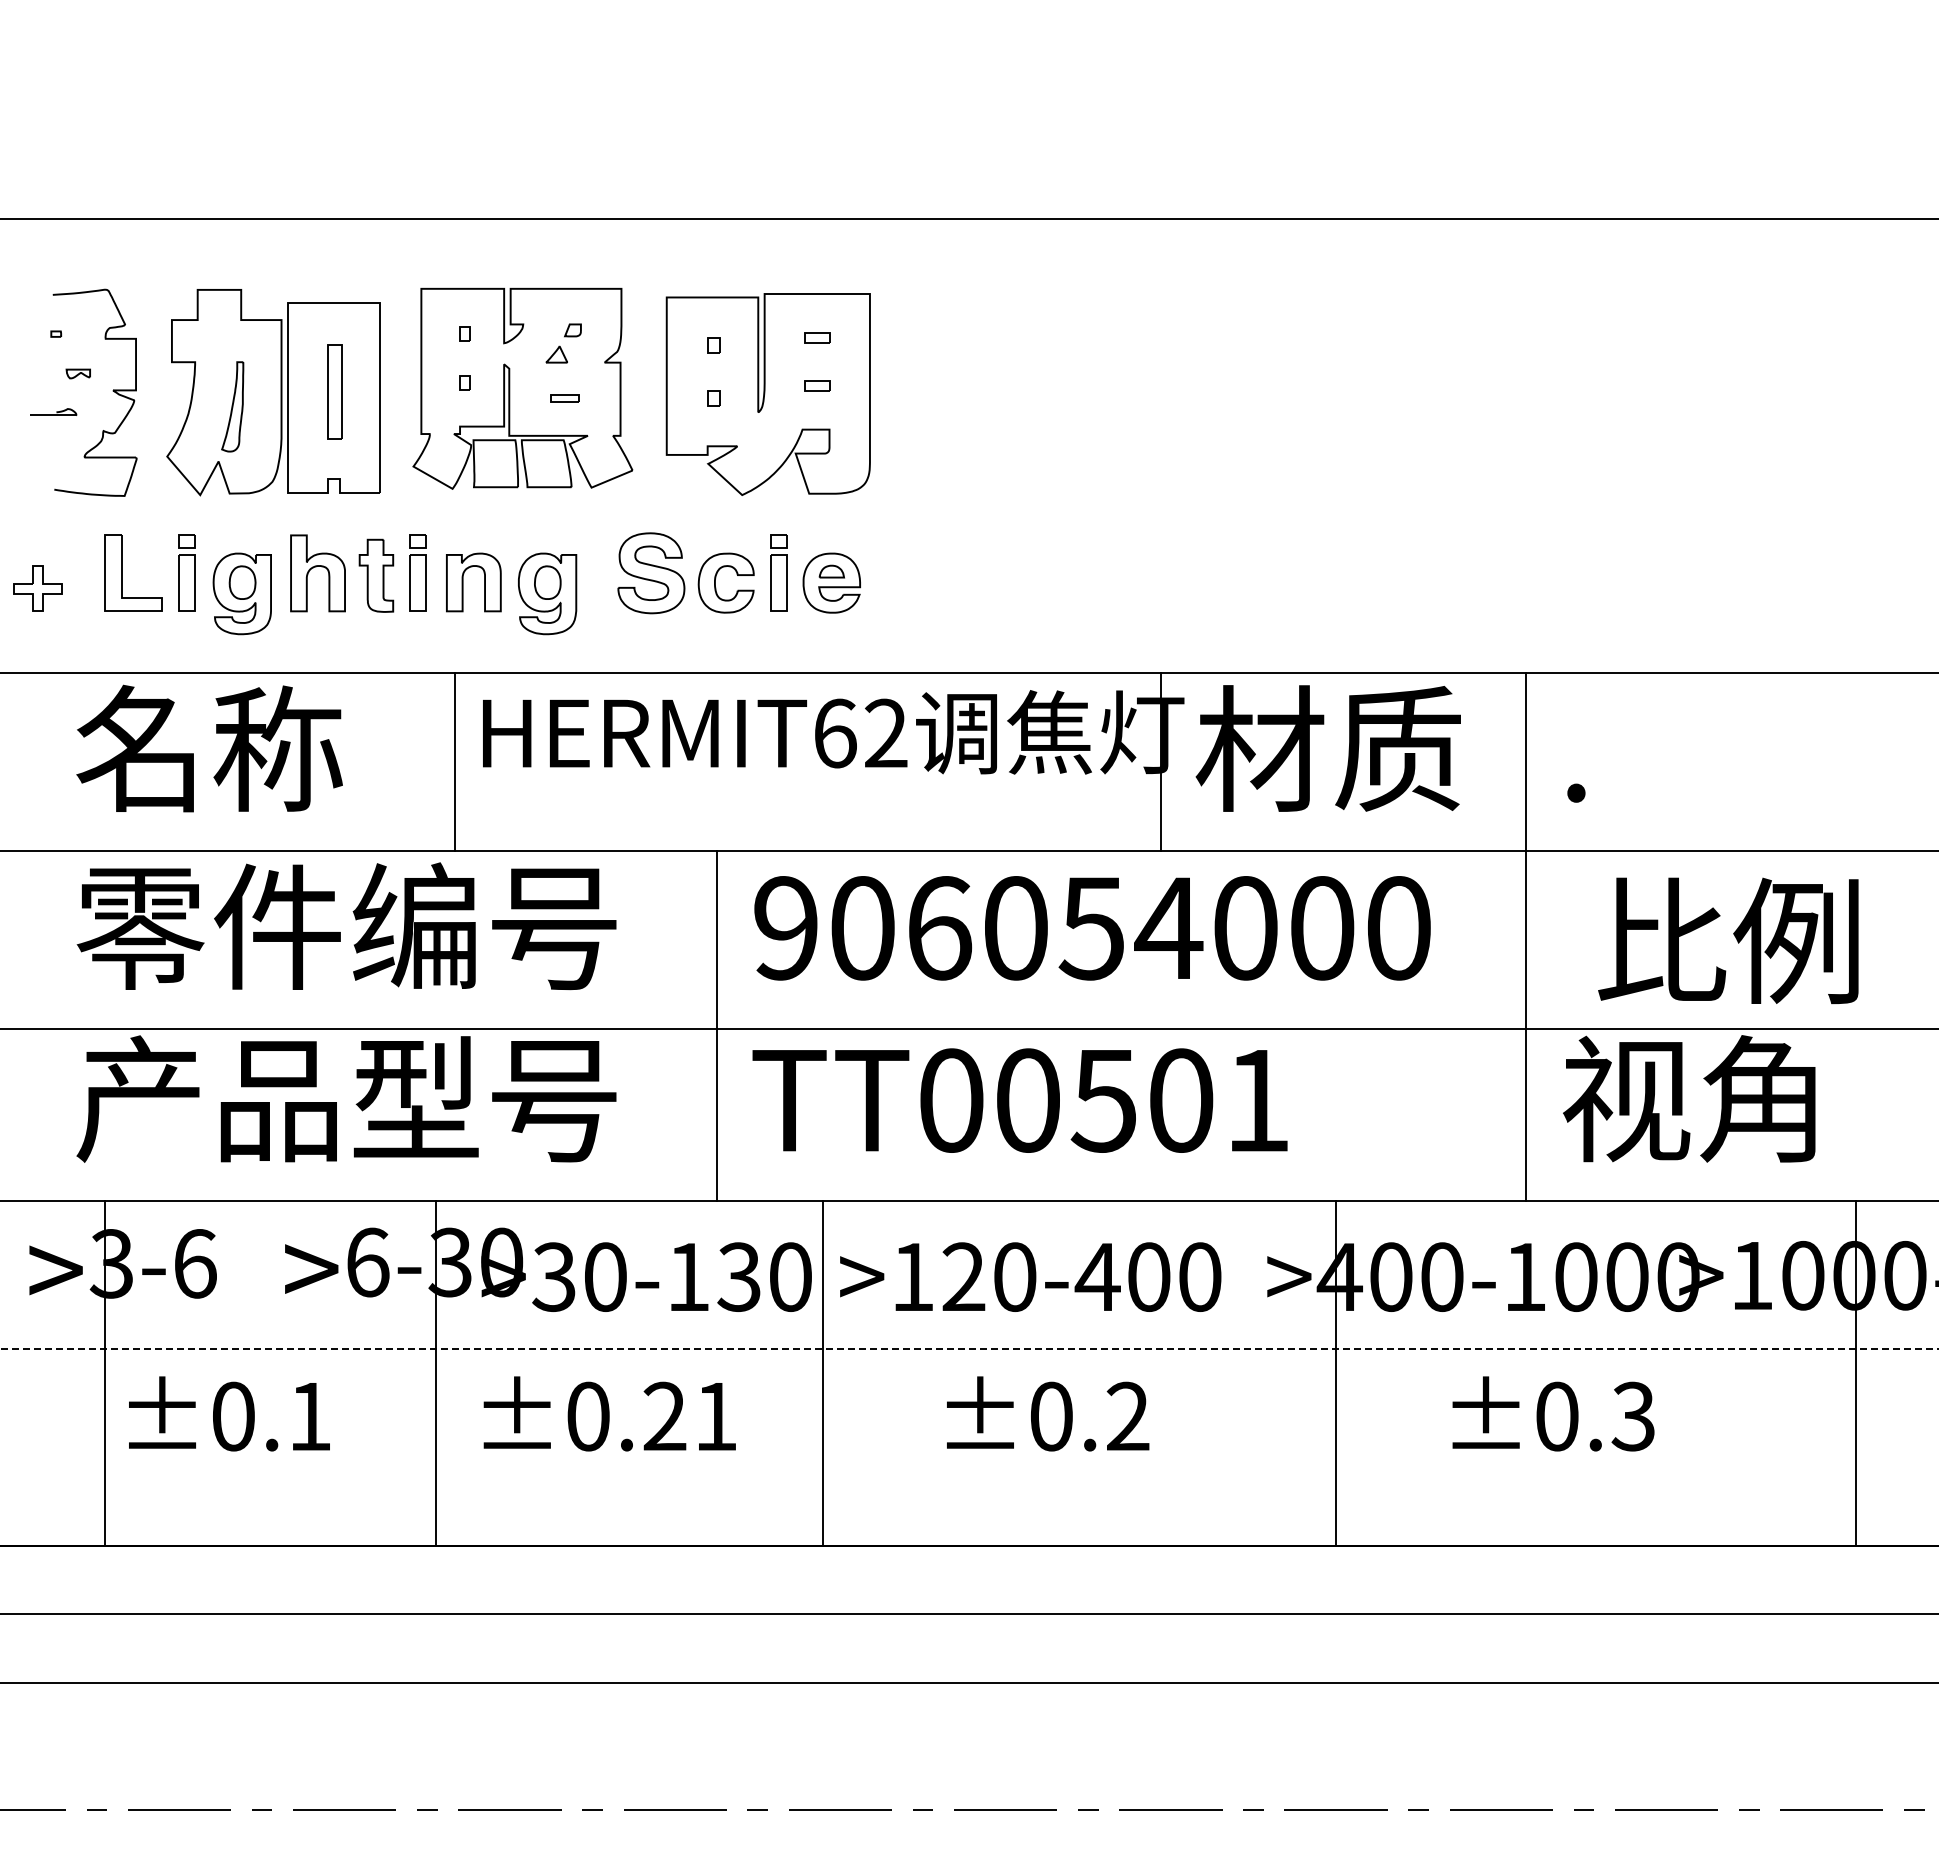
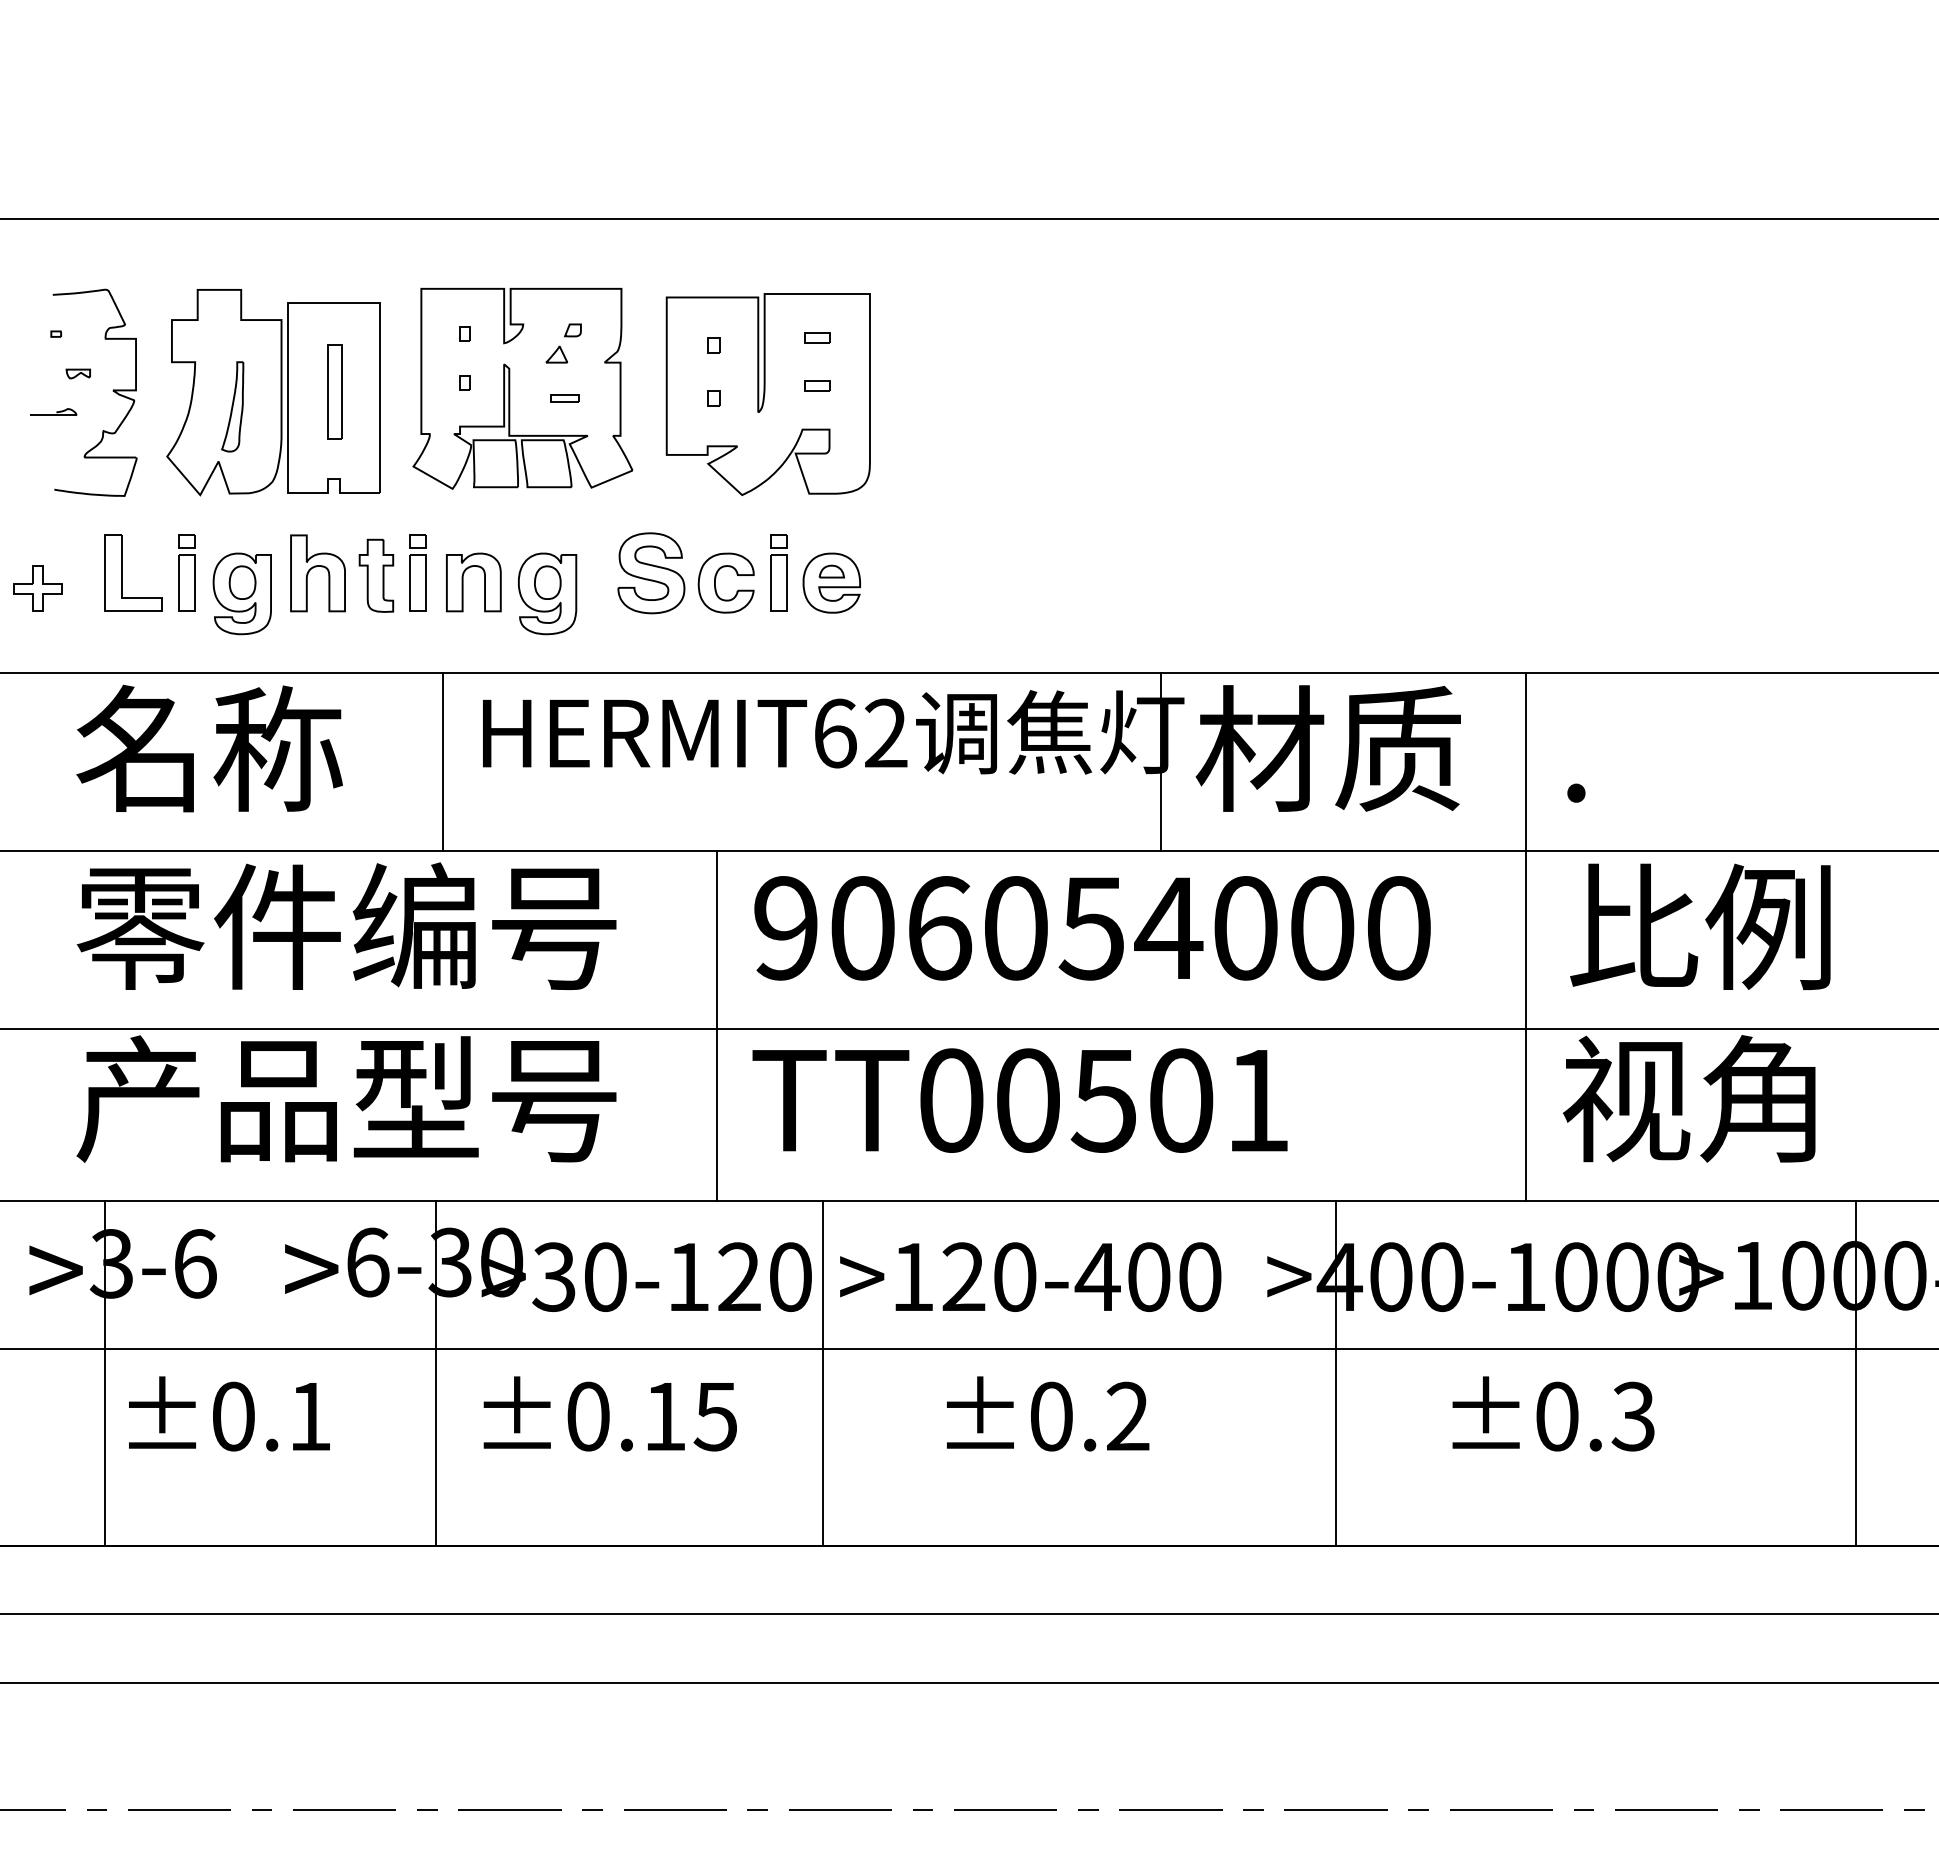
line at (454, 761) position: (454, 761) -> (442, 761)
text at (1728, 940) position: (1728, 940) -> (1700, 926)
text at (738, 1276): 30-130 -> 30-120
line at (969, 1348): dashed -> solid
text at (689, 1416): ±0.21 -> ±0.15
